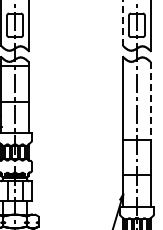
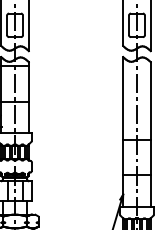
line at (123, 23): dashed -> solid
line at (150, 101): dashed -> solid
